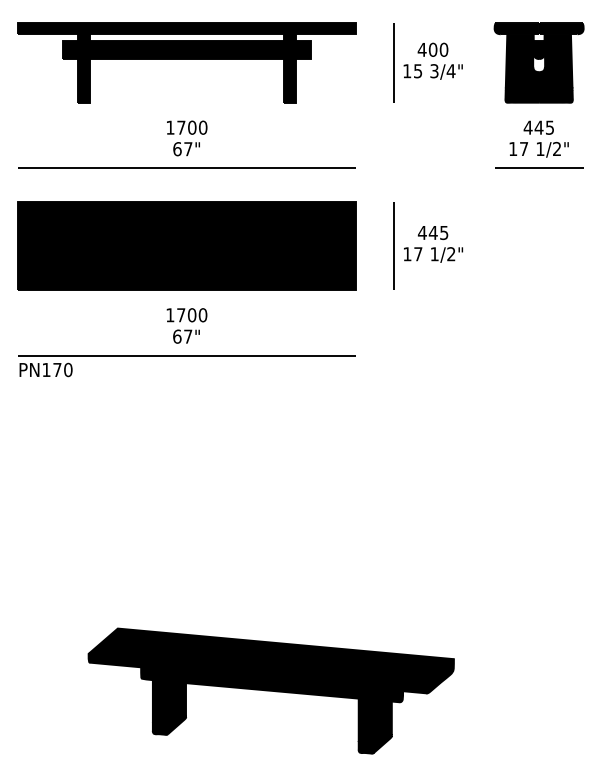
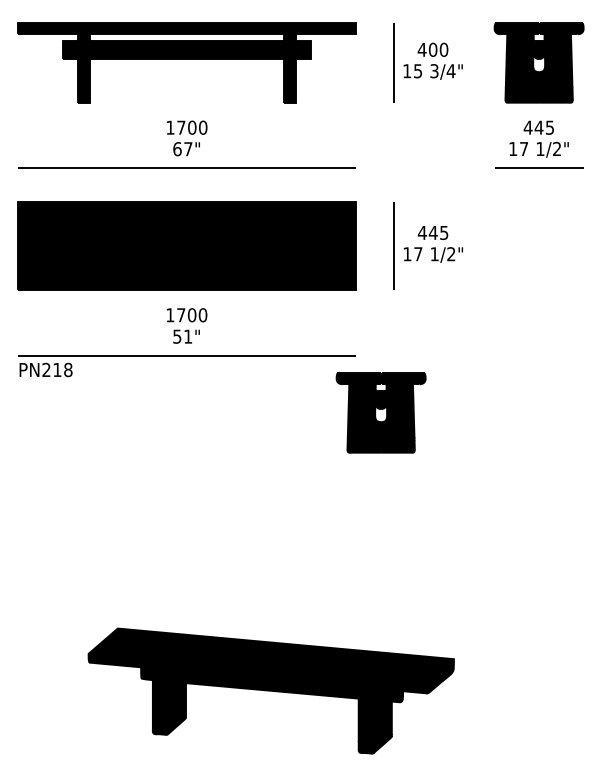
text at (182, 336): 67" -> 51"
text at (57, 369): PN170 -> PN218
part at (380, 412): none -> present
